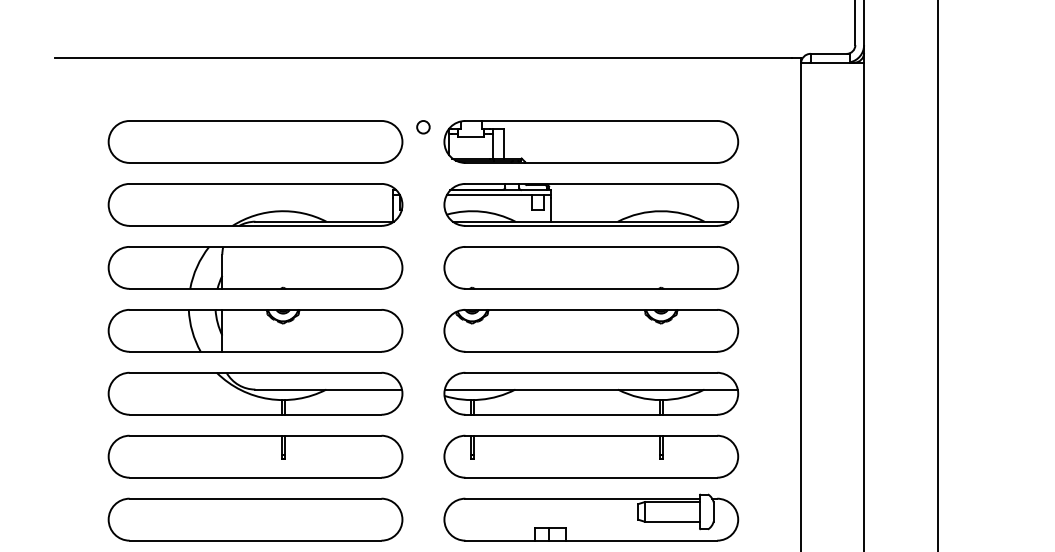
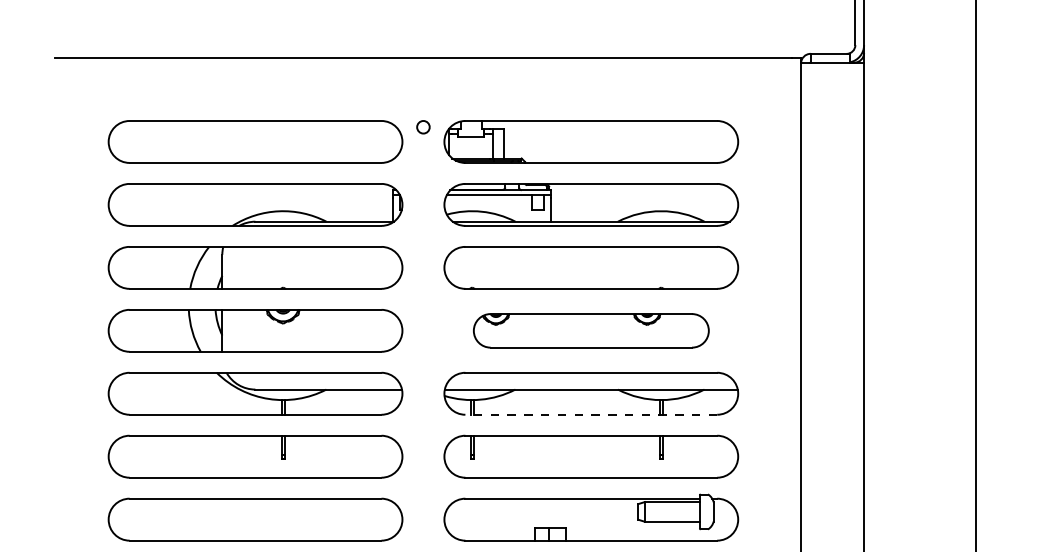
line at (937, 275) position: (937, 275) -> (975, 275)
part at (591, 330) size: 297x44 px -> 237x36 px
line at (591, 414): solid -> dashed
